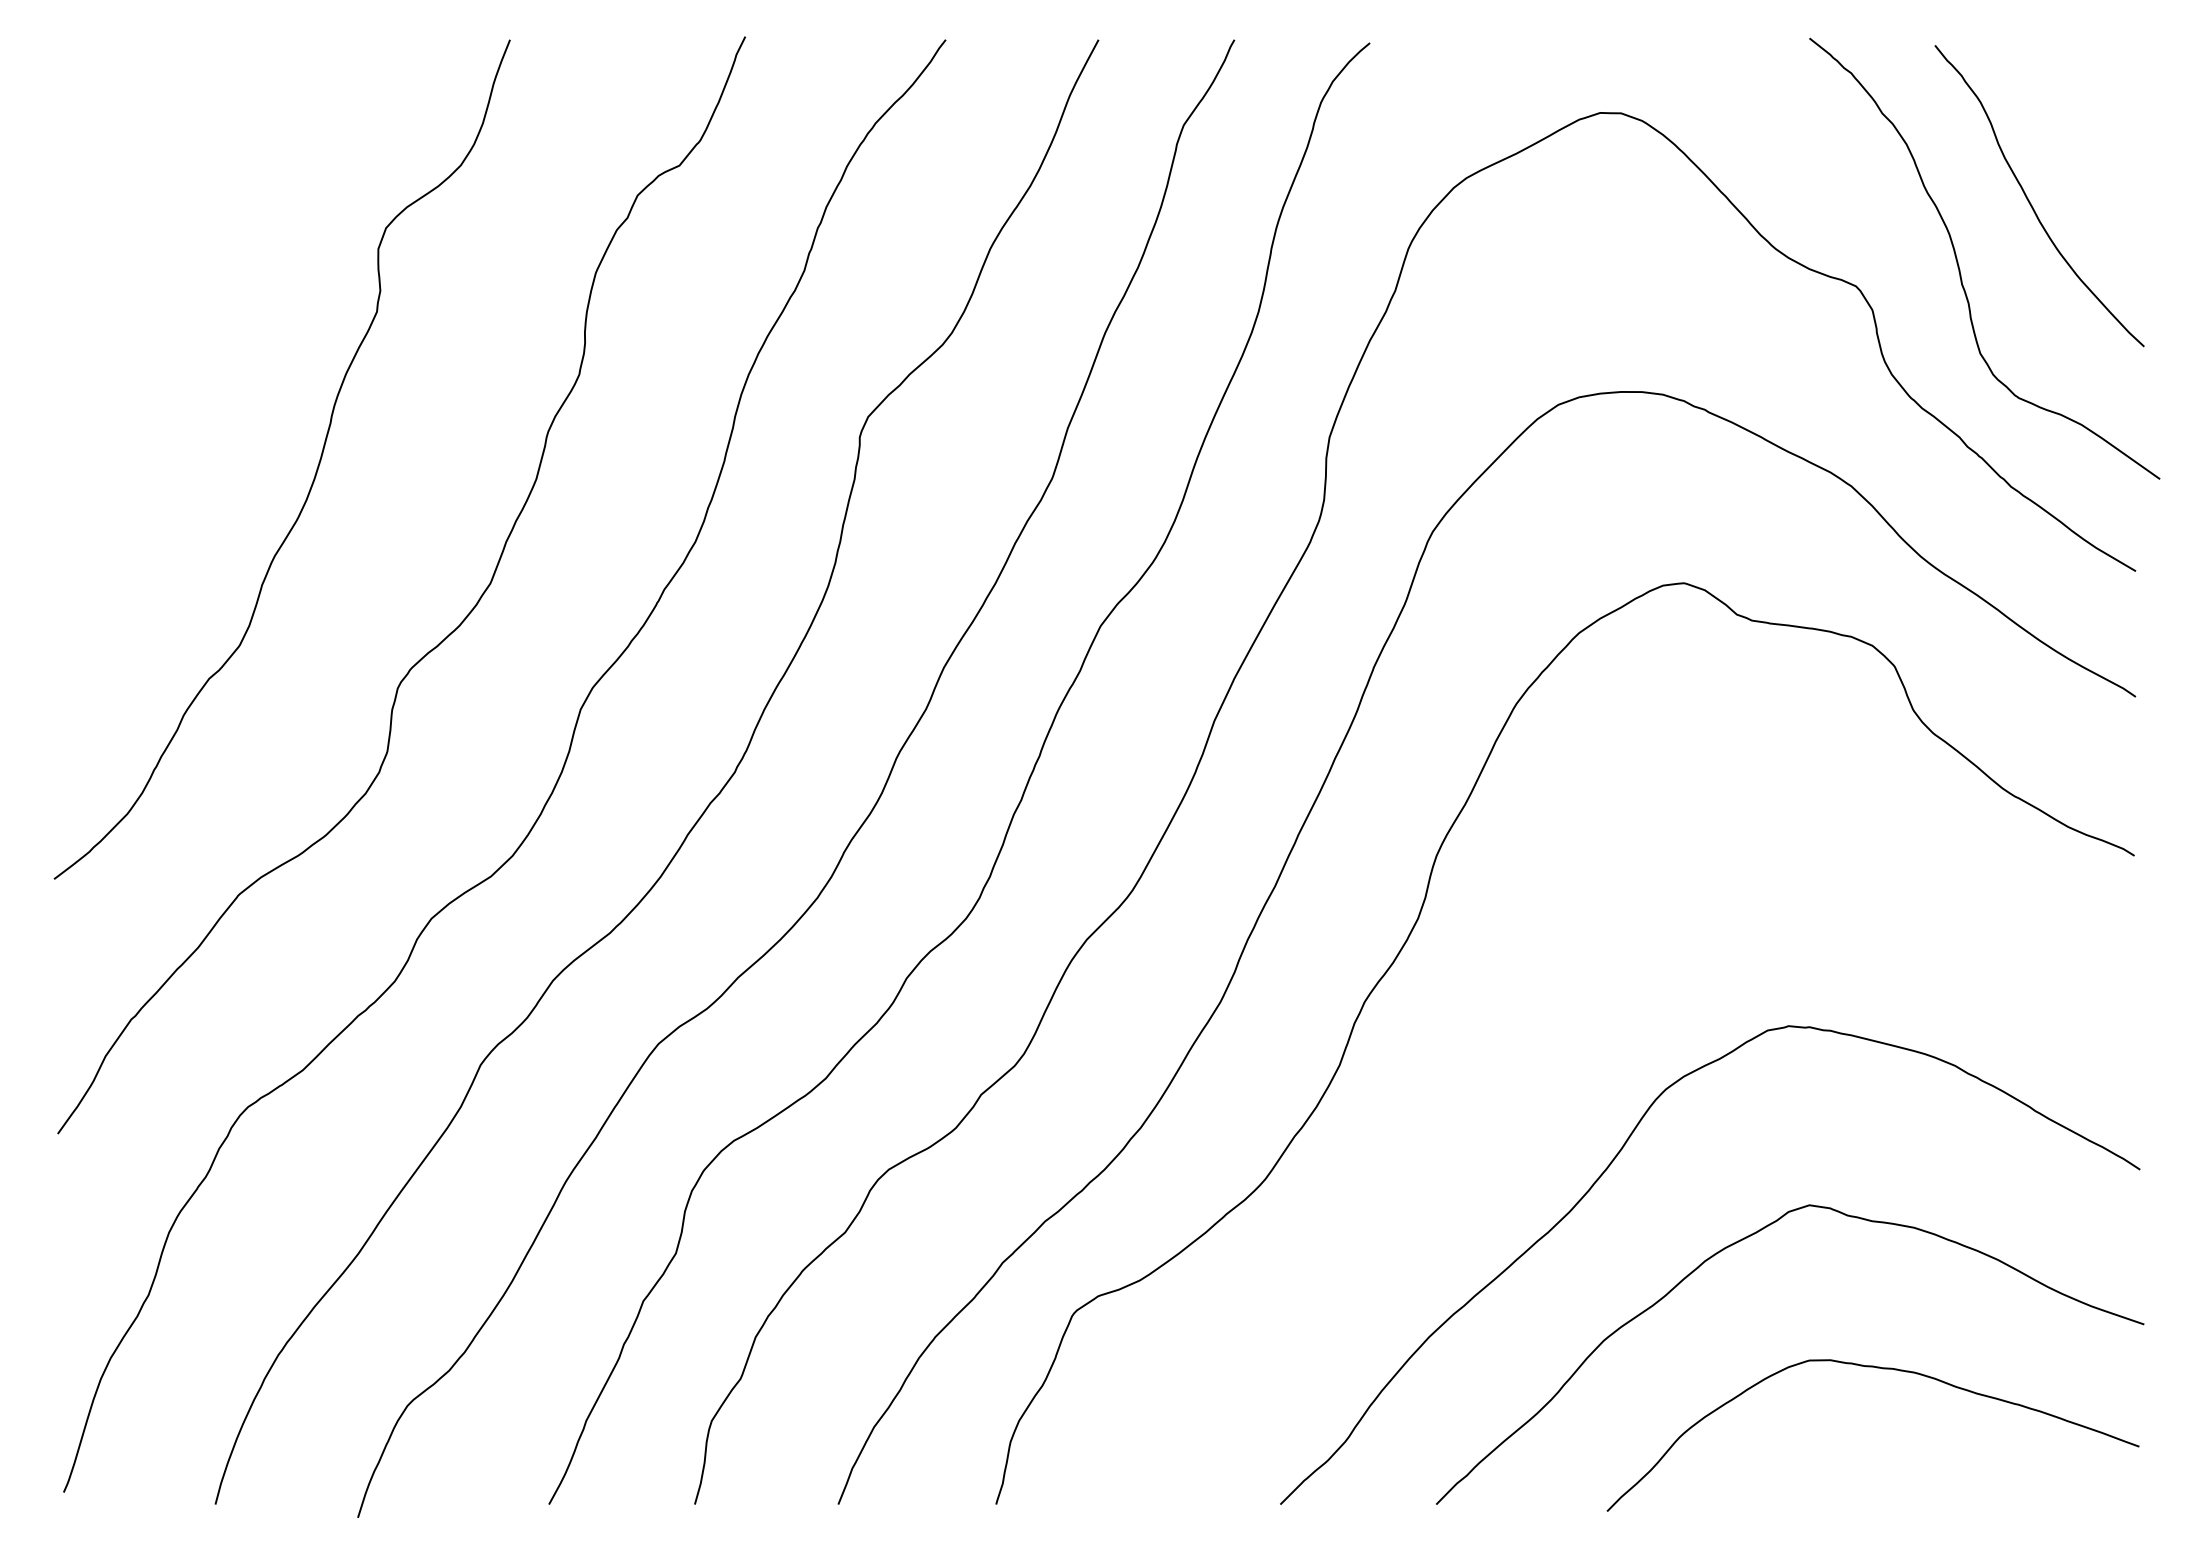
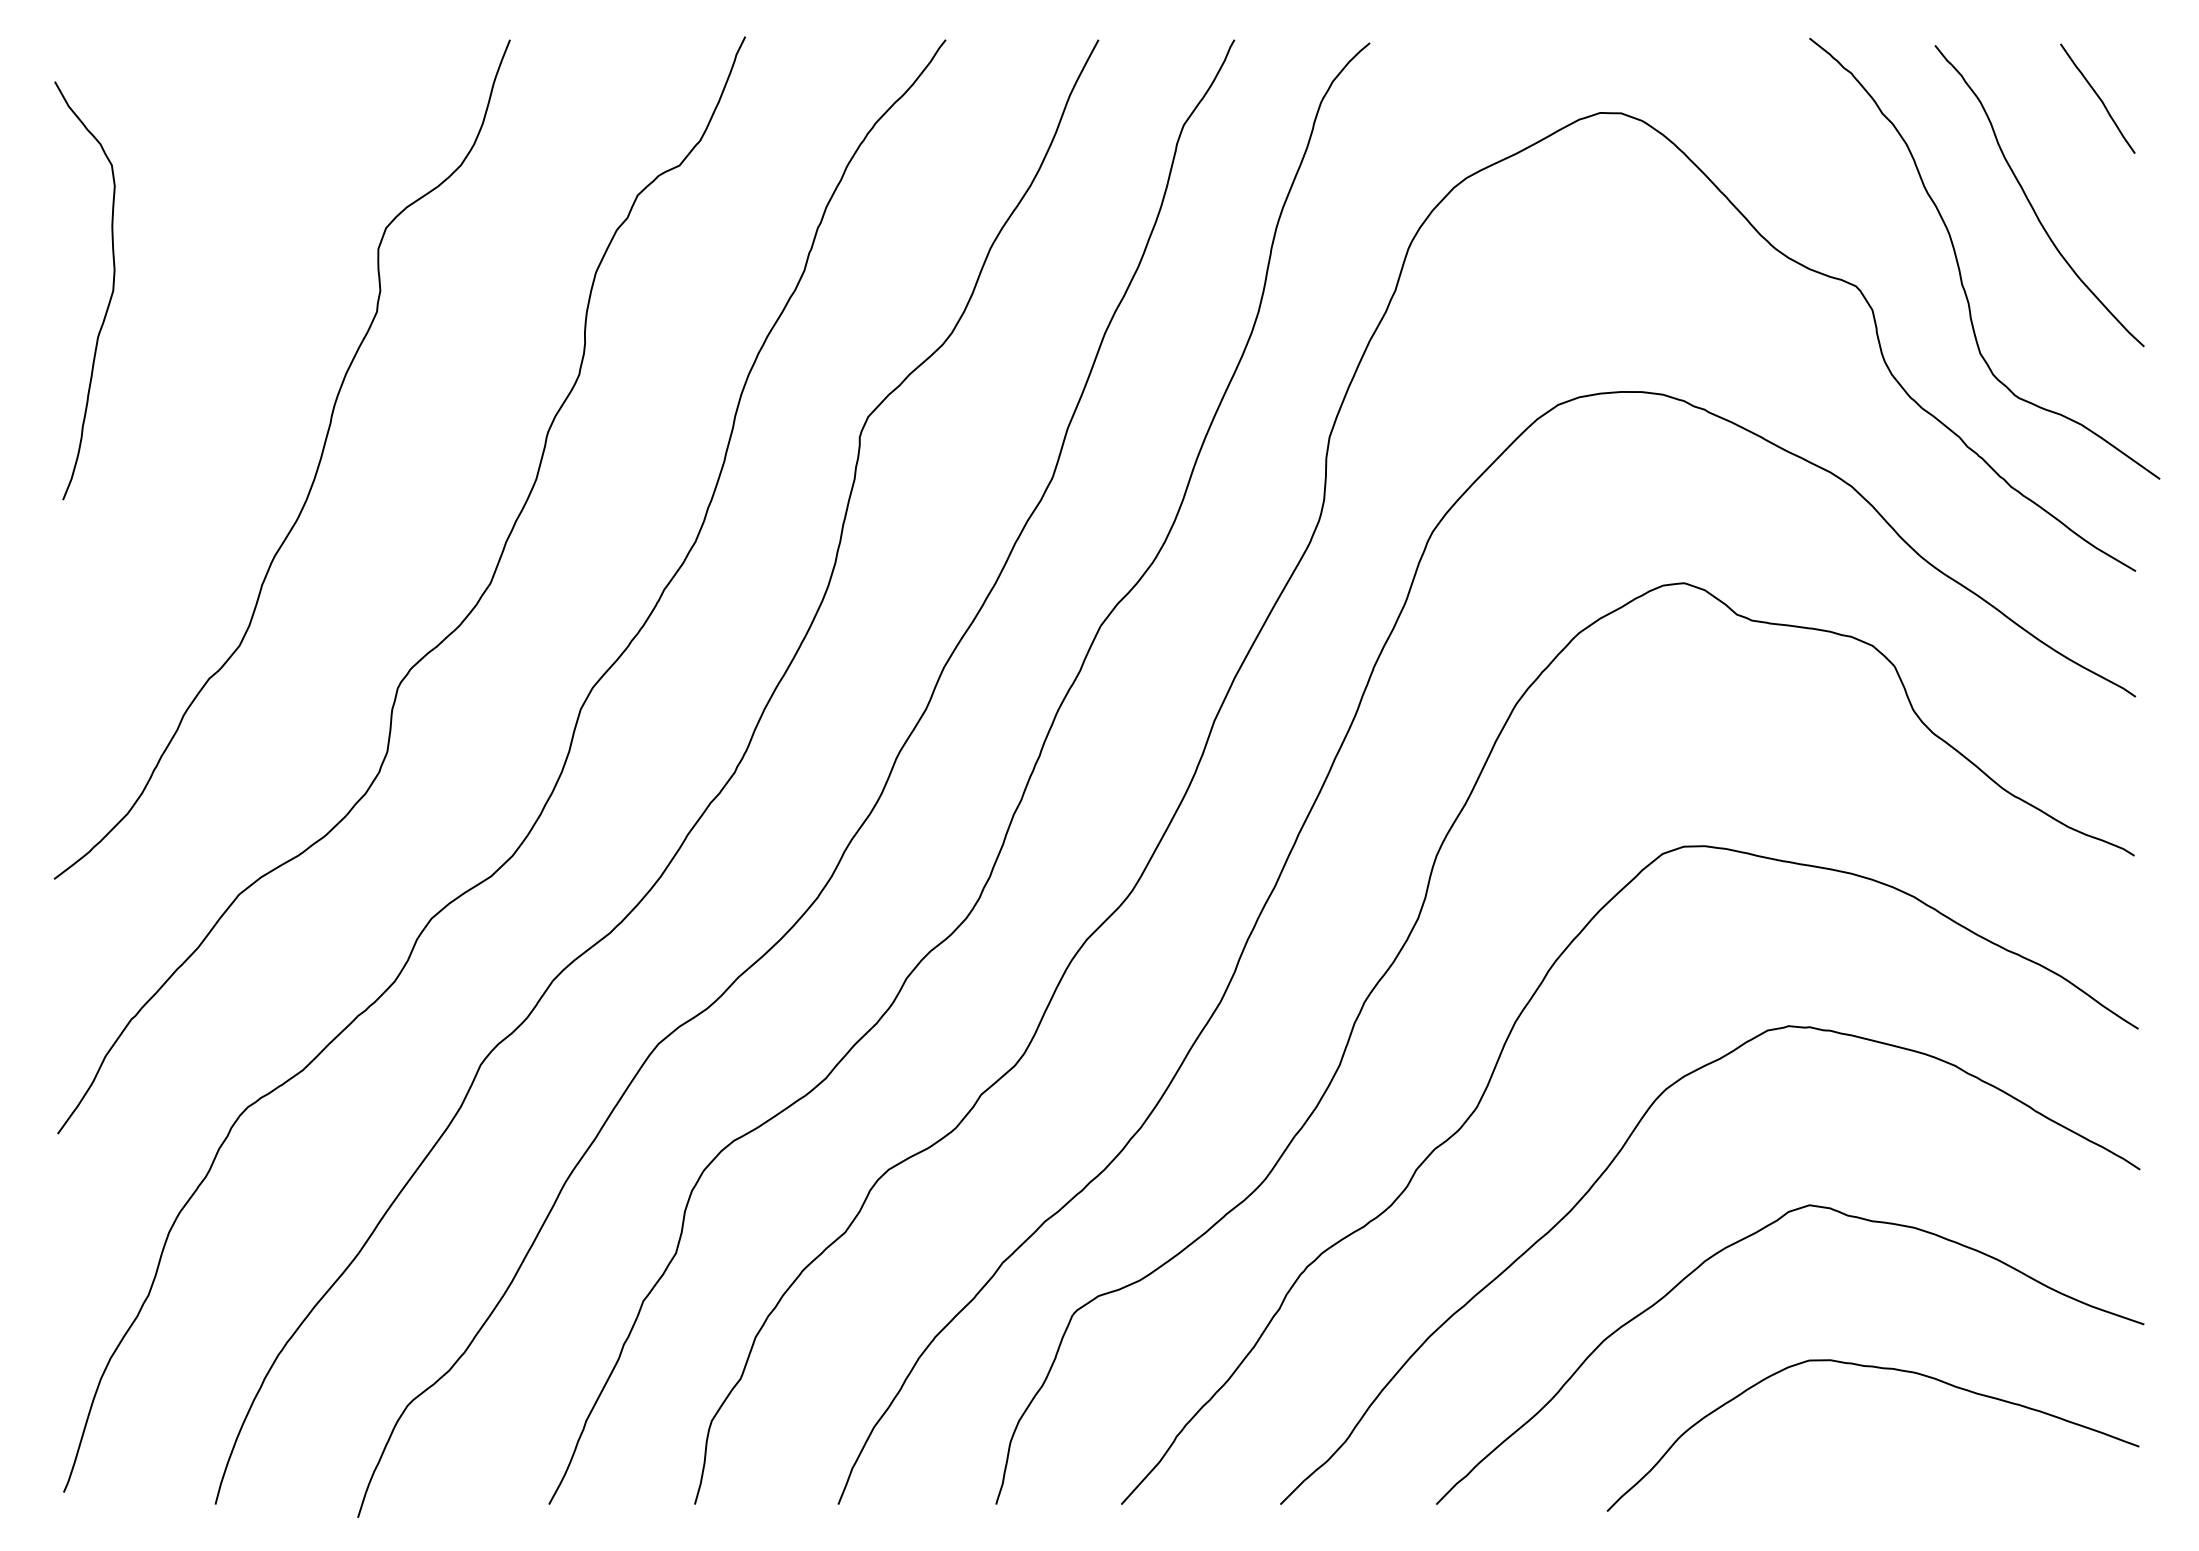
curve at (2098, 98): none -> present
curve at (110, 295): none -> present
curve at (1481, 1100): none -> present
